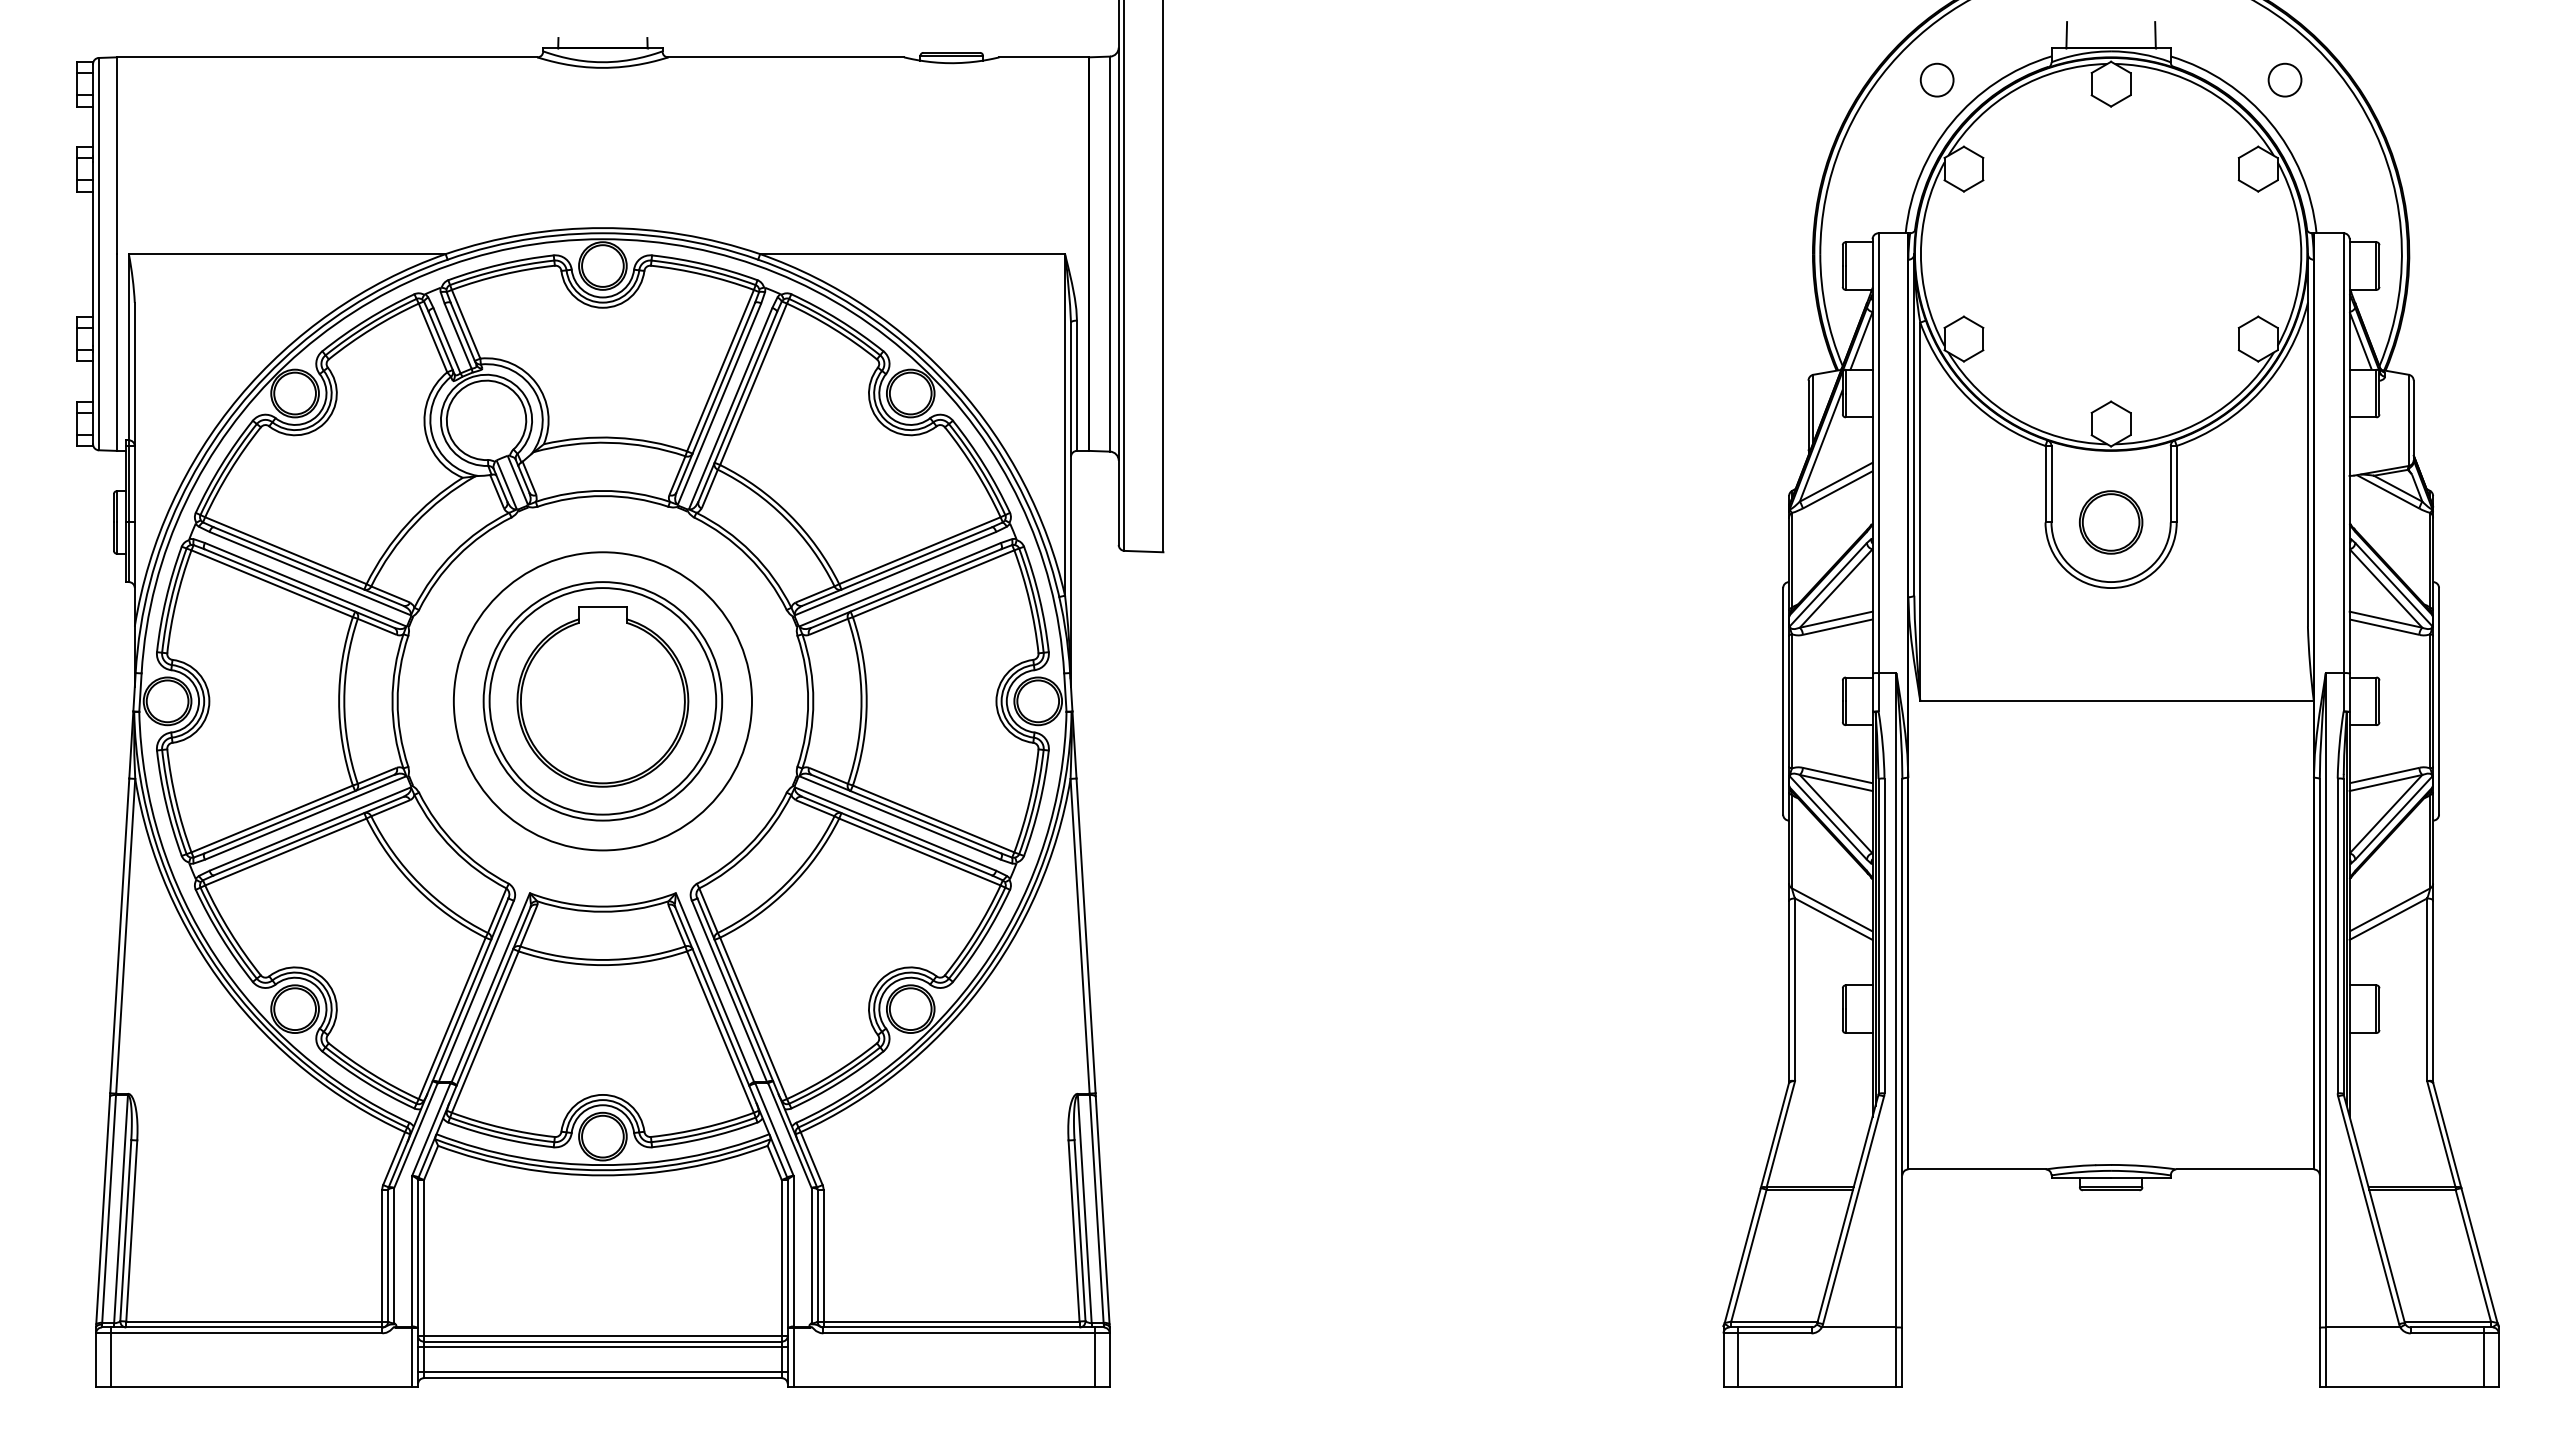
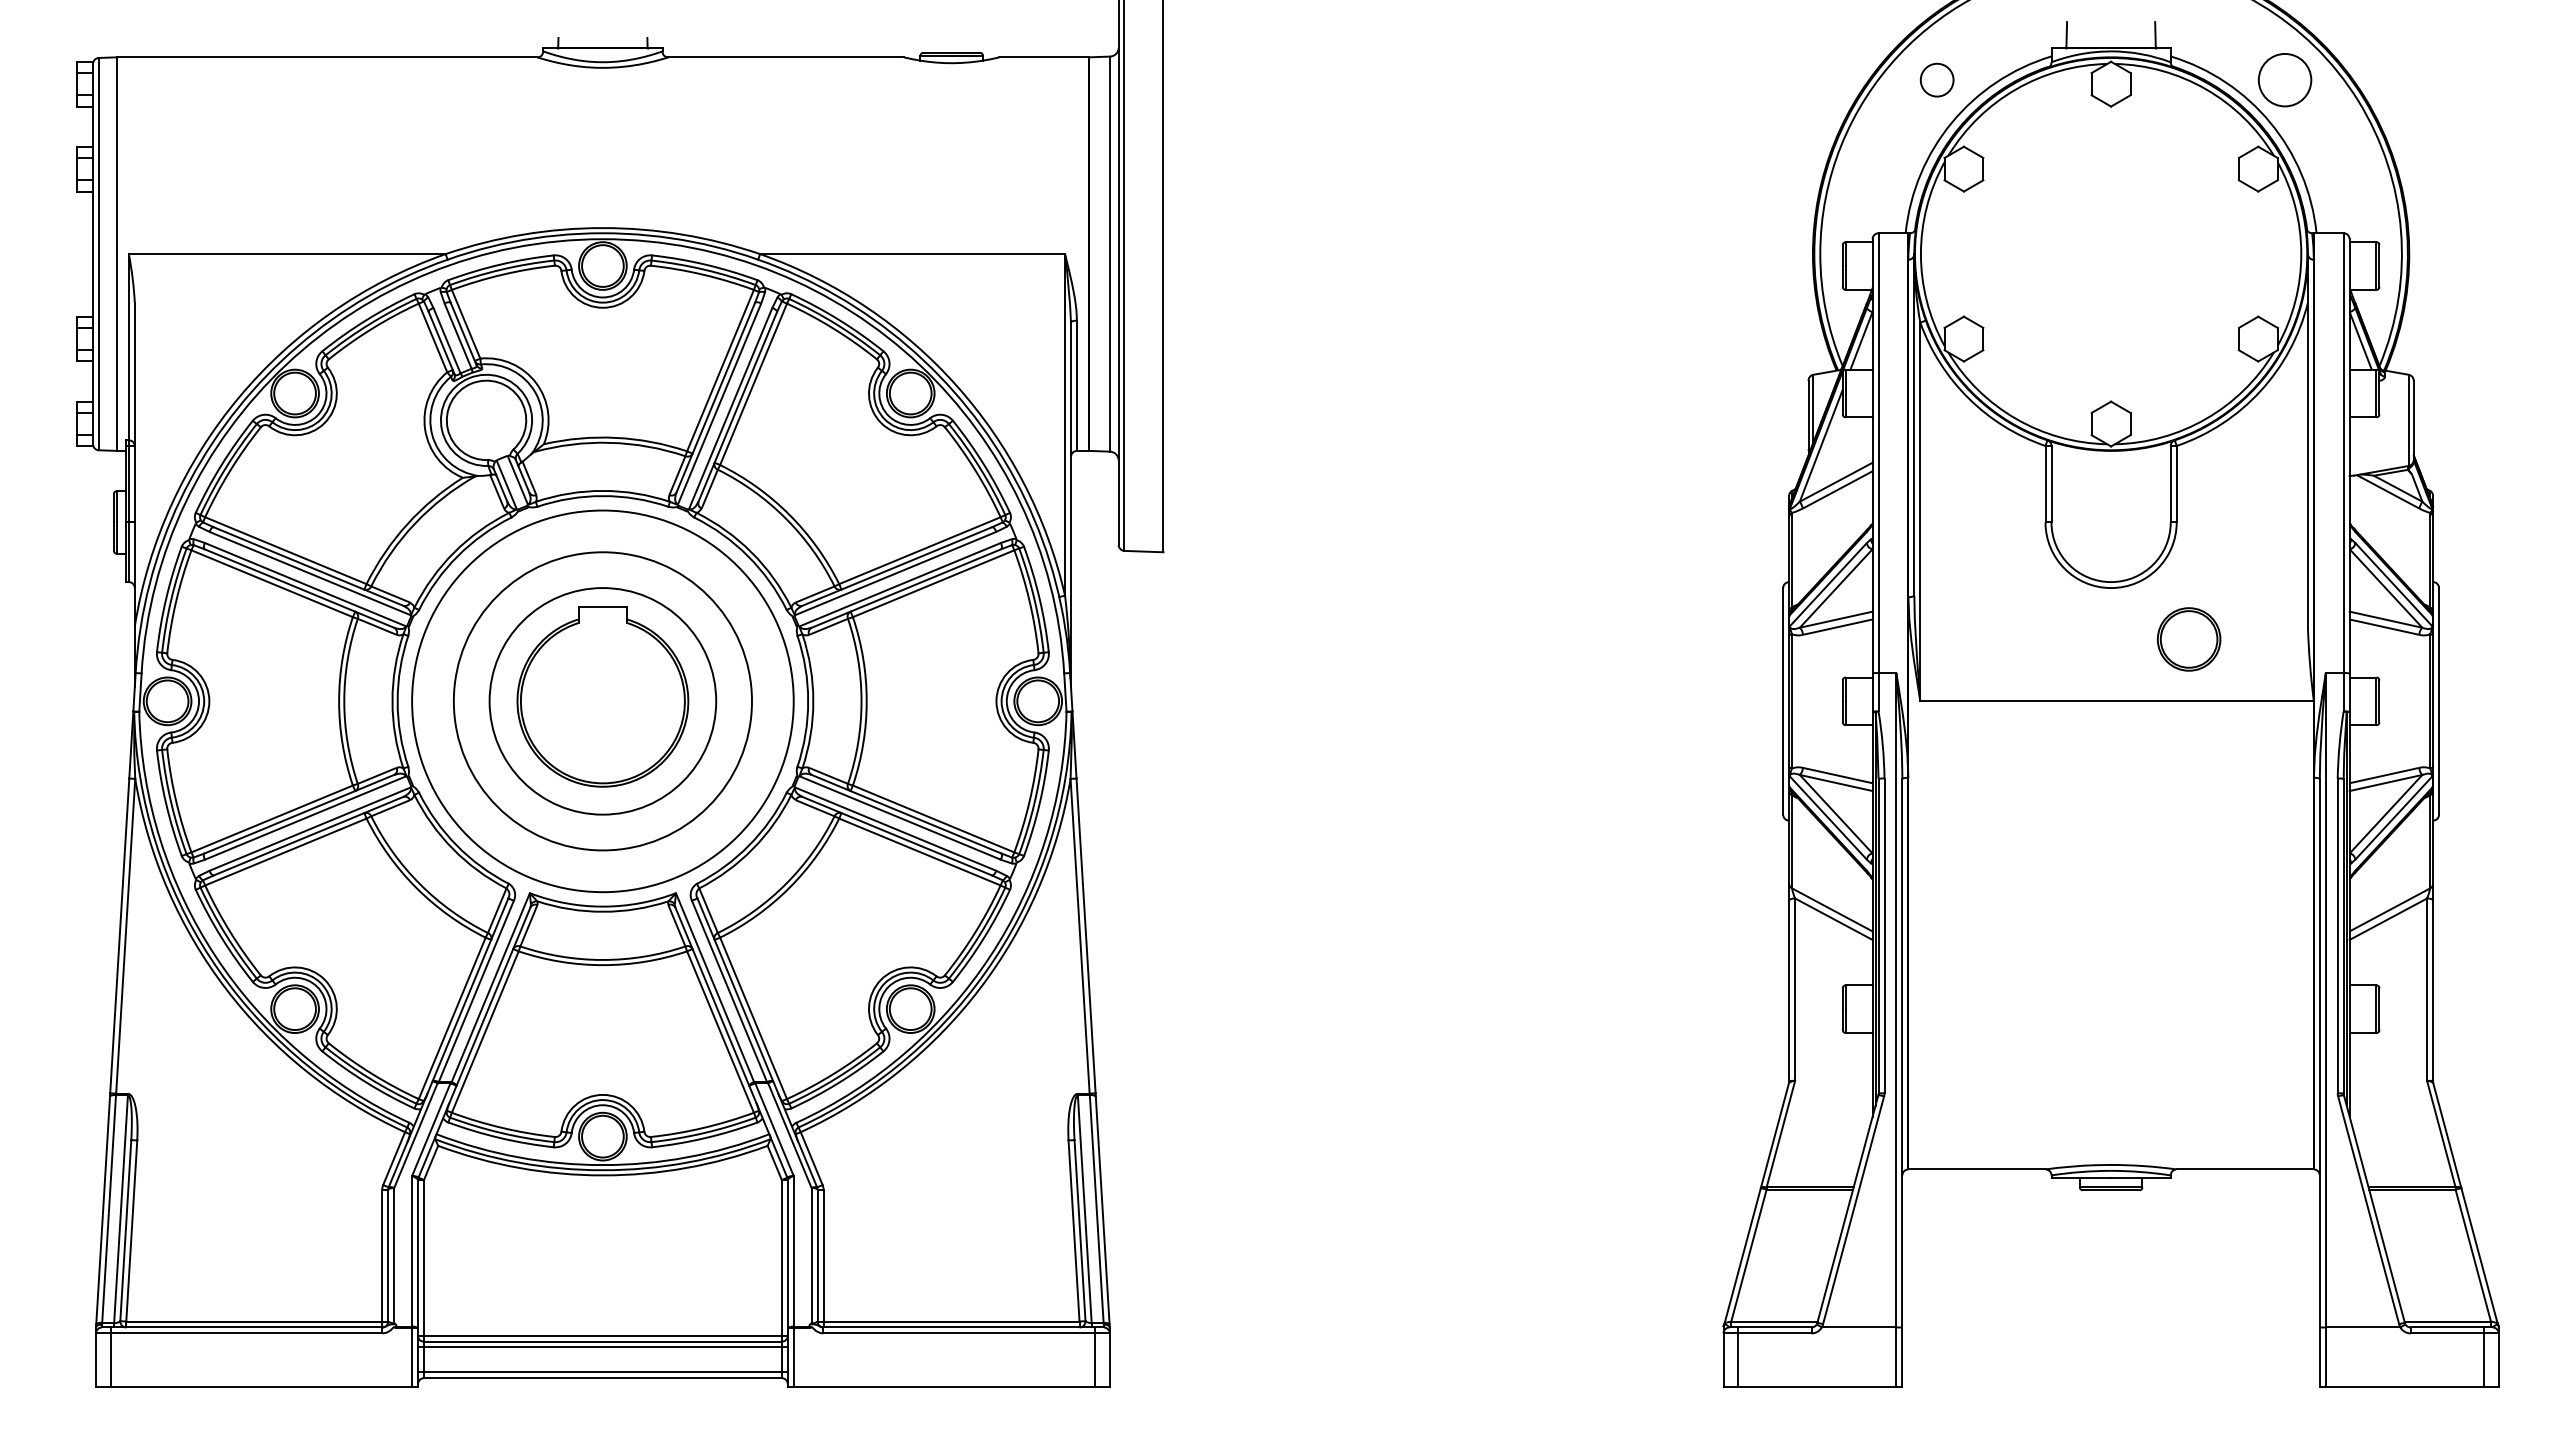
circle at (2284, 79) diameter: 33 px -> 52 px
part at (2110, 522) position: (2110, 522) -> (2188, 639)
circle at (602, 701) diameter: 239 px -> 382 px
